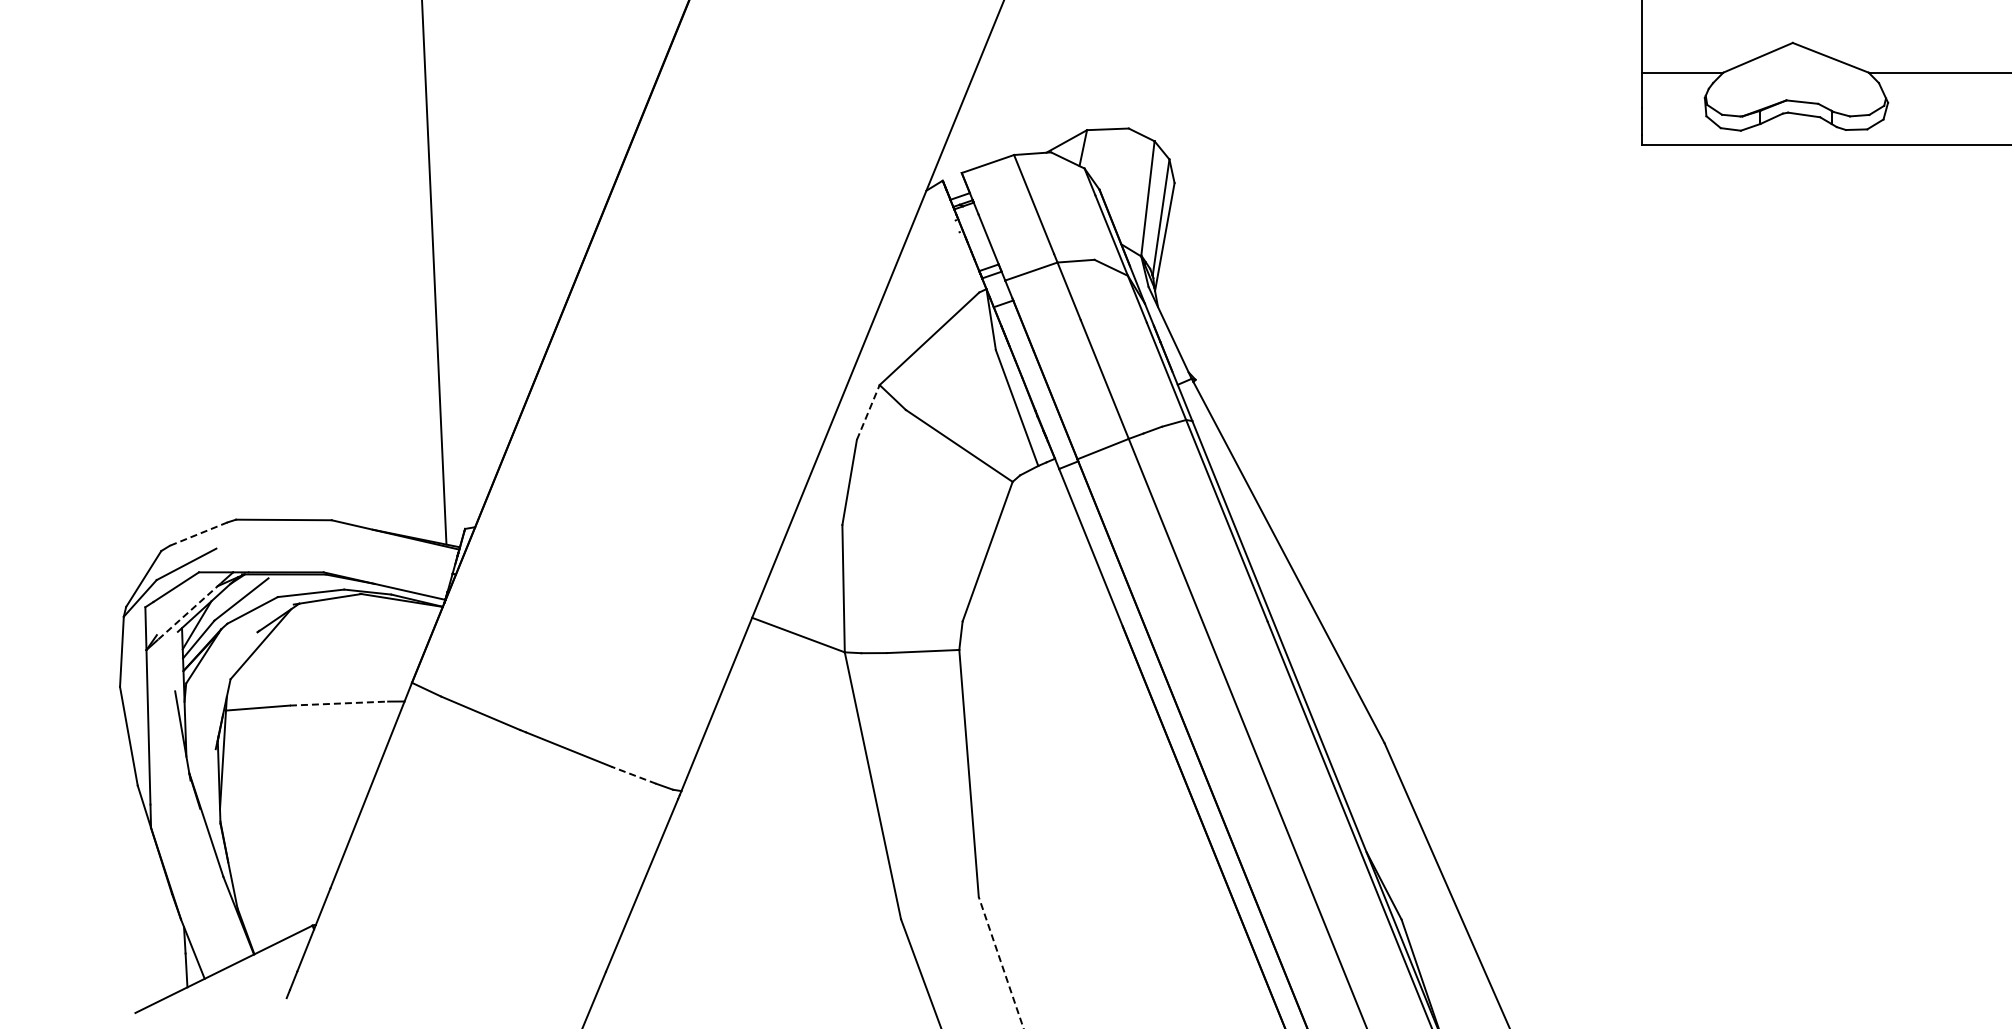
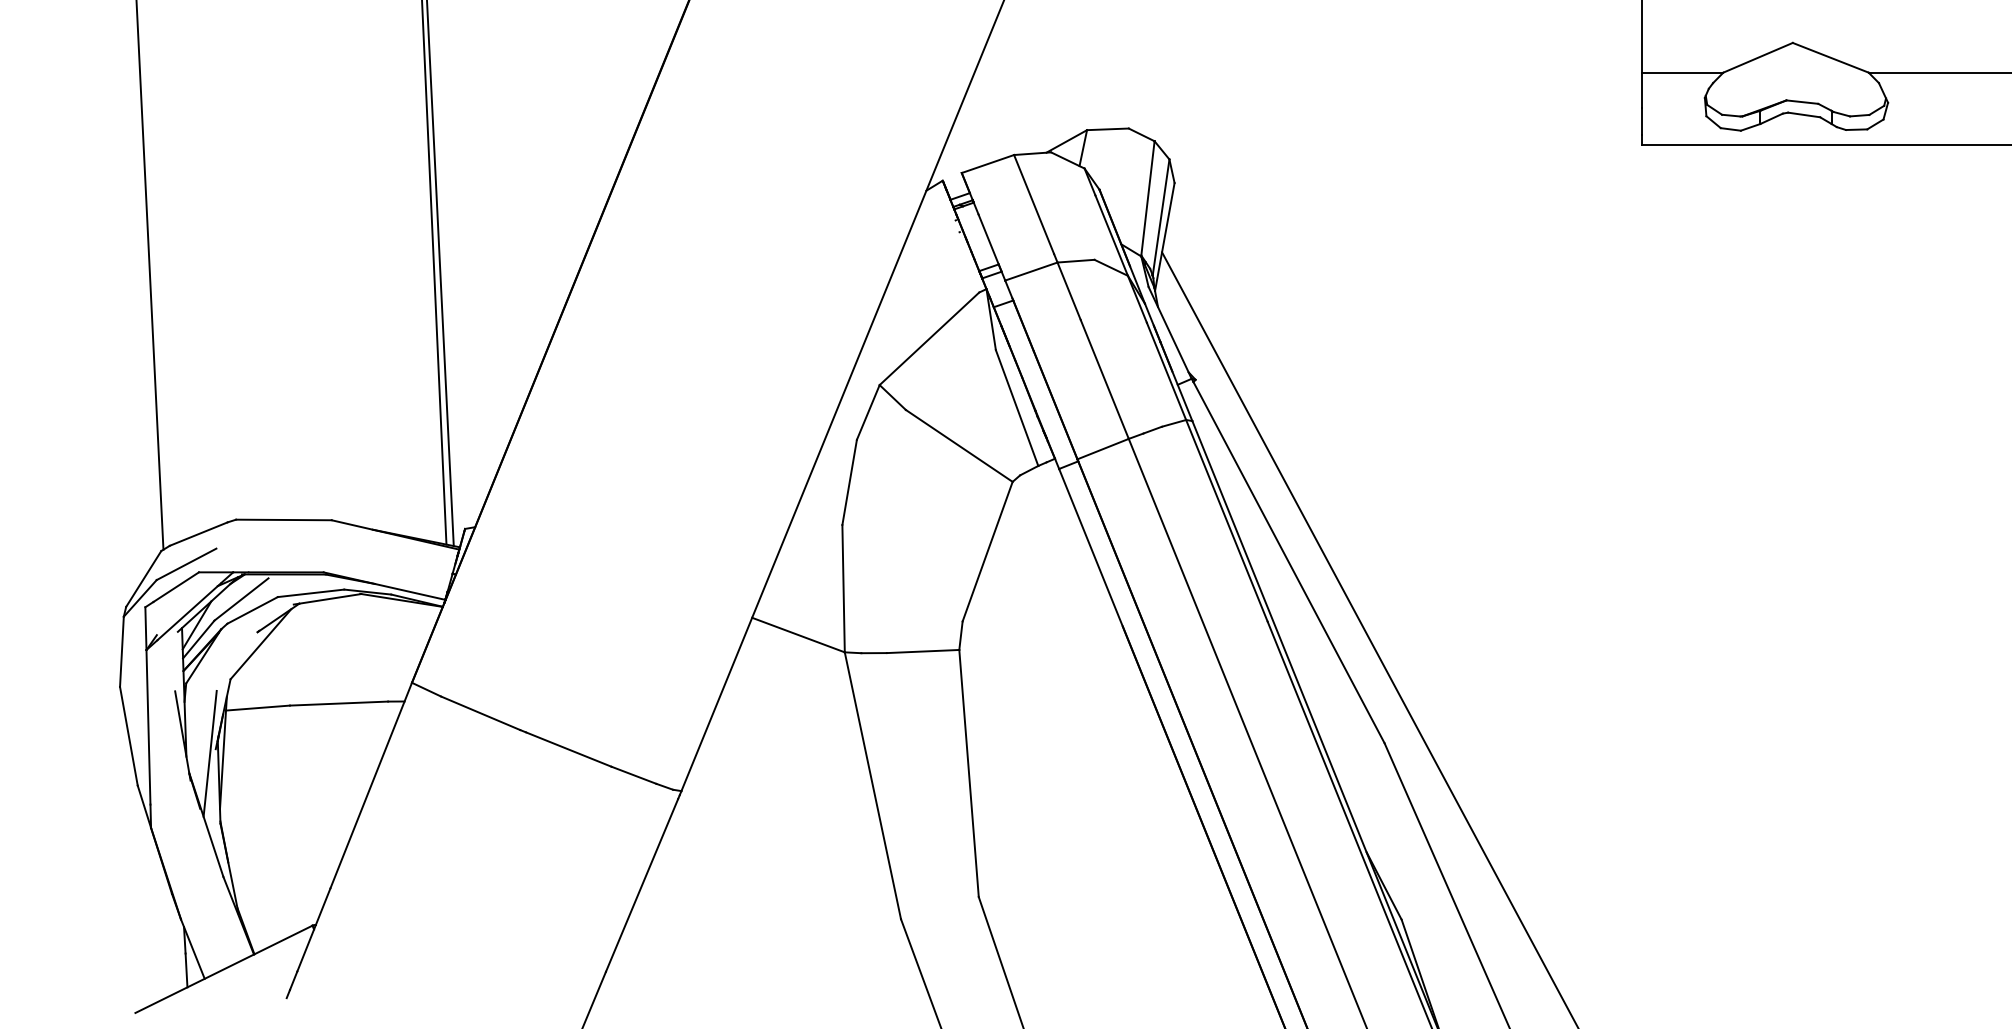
line at (440, 274): none -> present
line at (149, 275): none -> present
line at (868, 412): dashed -> solid
line at (198, 534): dashed -> solid
line at (189, 611): dashed -> solid
line at (1369, 638): none -> present
line at (339, 703): dashed -> solid
line at (209, 753): none -> present
line at (633, 775): dashed -> solid
line at (1001, 962): dashed -> solid
